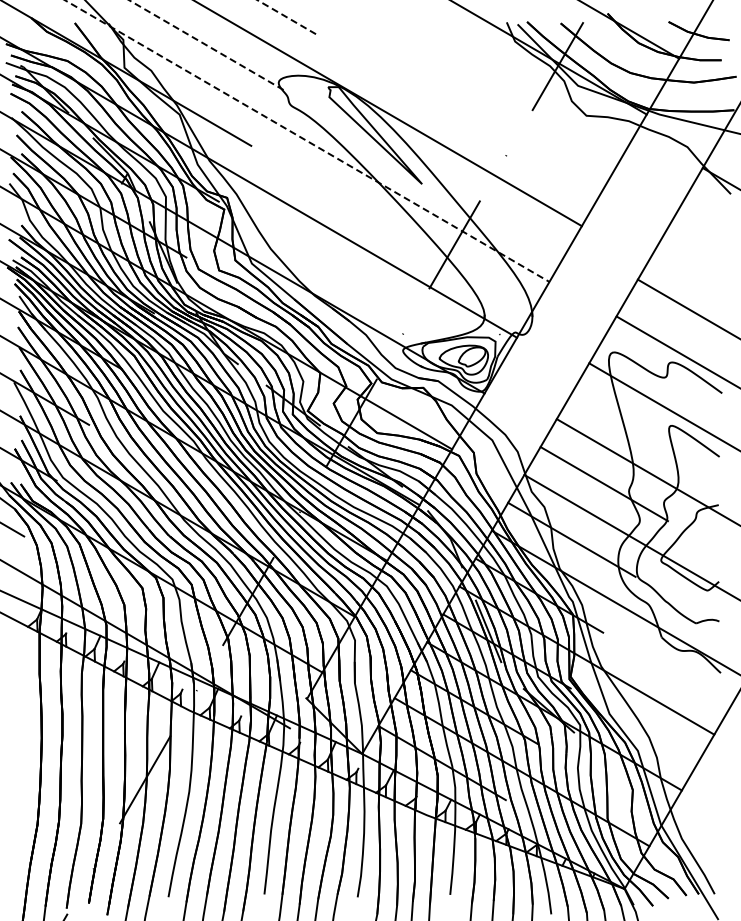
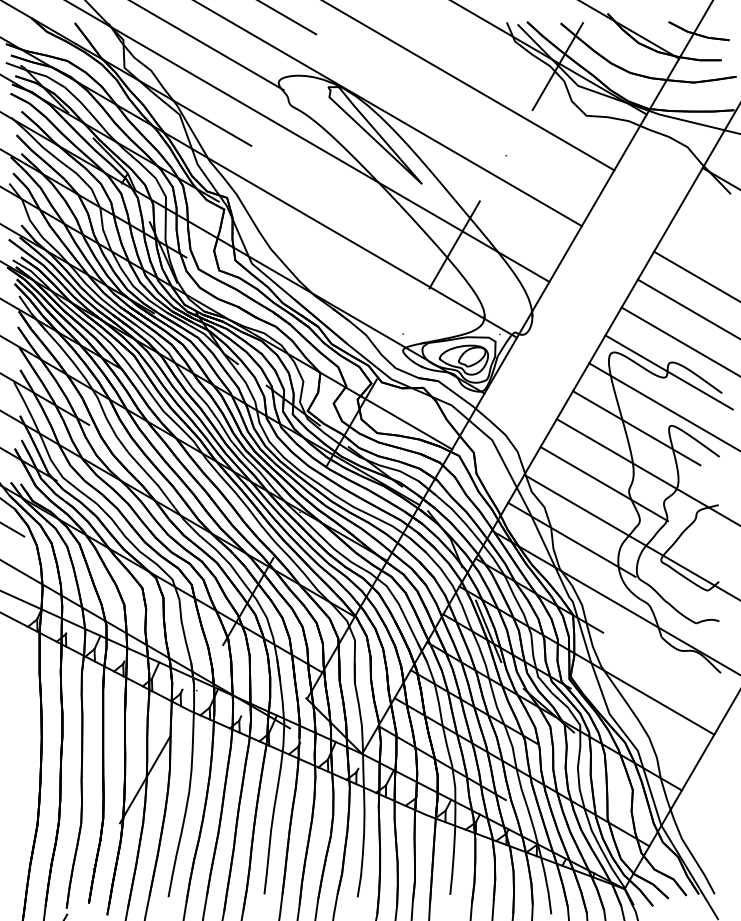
line at (286, 17): dashed -> solid
line at (206, 45): dashed -> solid
line at (469, 86): none -> present
line at (307, 141): dashed -> solid
line at (695, 275): none -> present
line at (676, 351) position: (676, 351) -> (679, 341)
line at (668, 372): none -> present
line at (636, 428): none -> present
